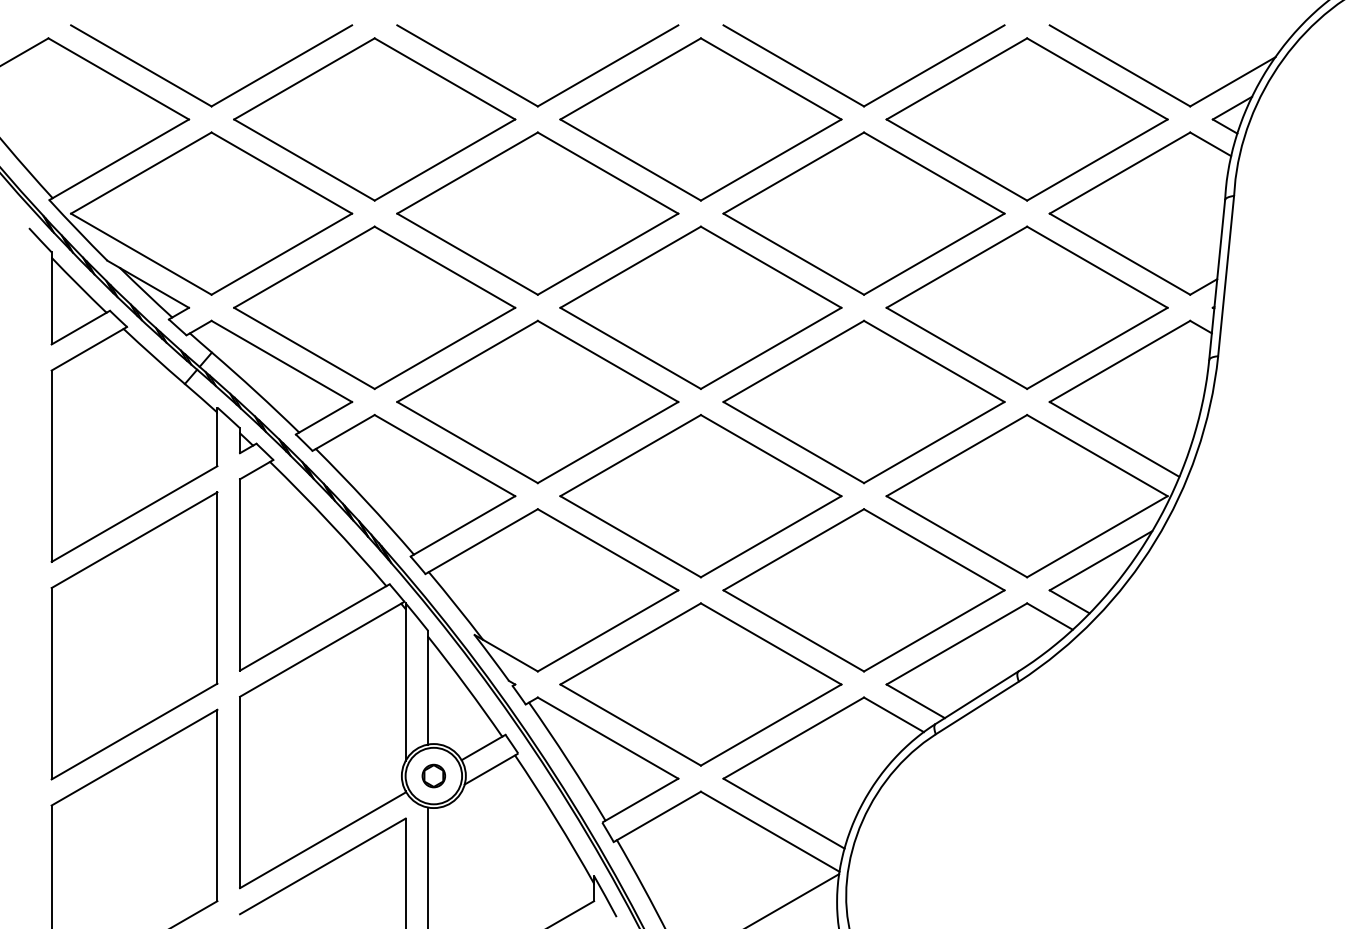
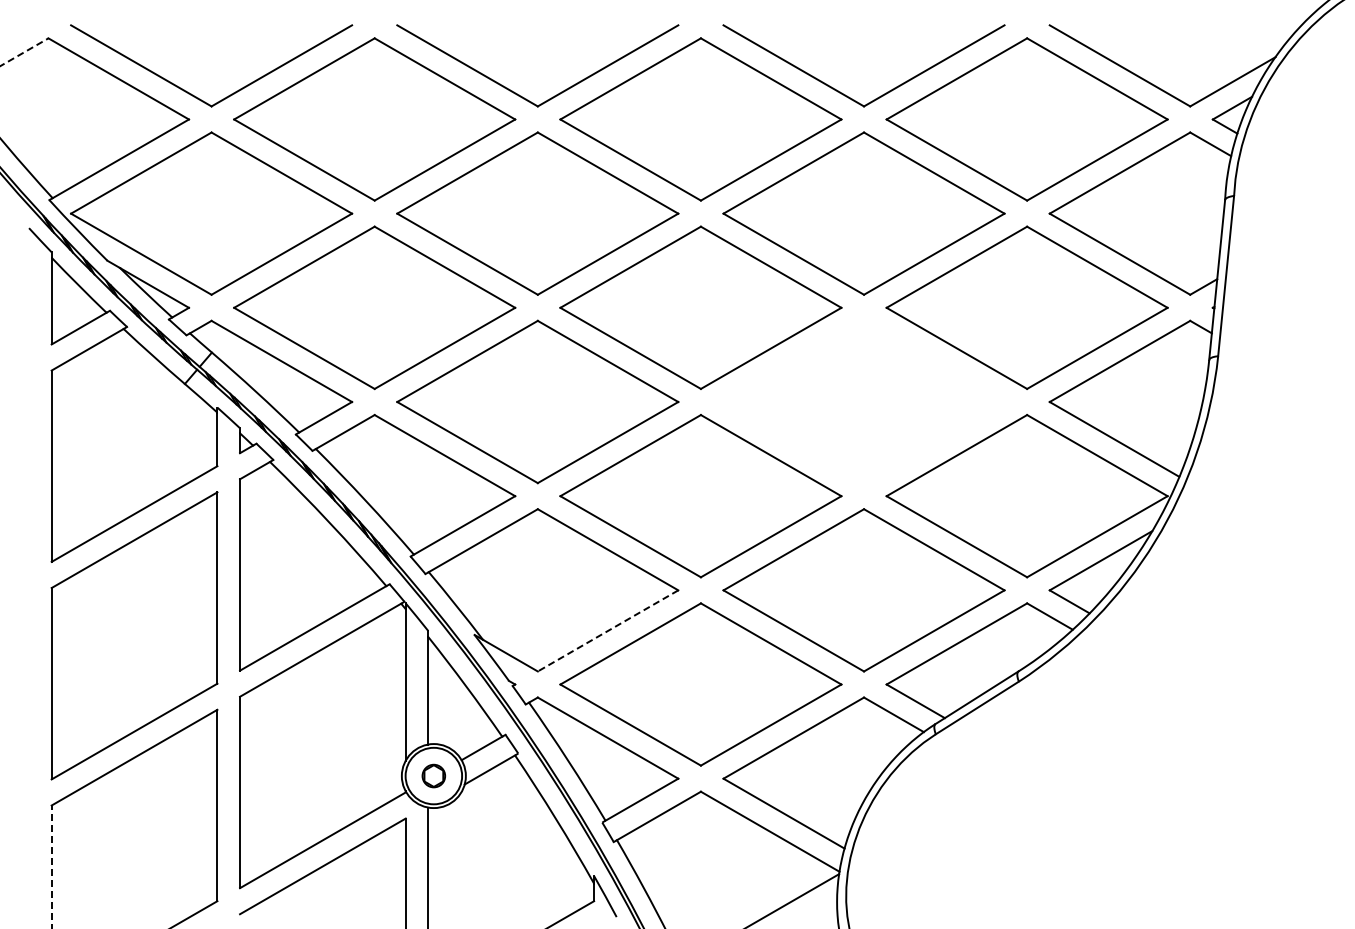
line at (24, 52): solid -> dashed
part at (863, 401): present -> none
line at (607, 631): solid -> dashed
line at (51, 866): solid -> dashed
